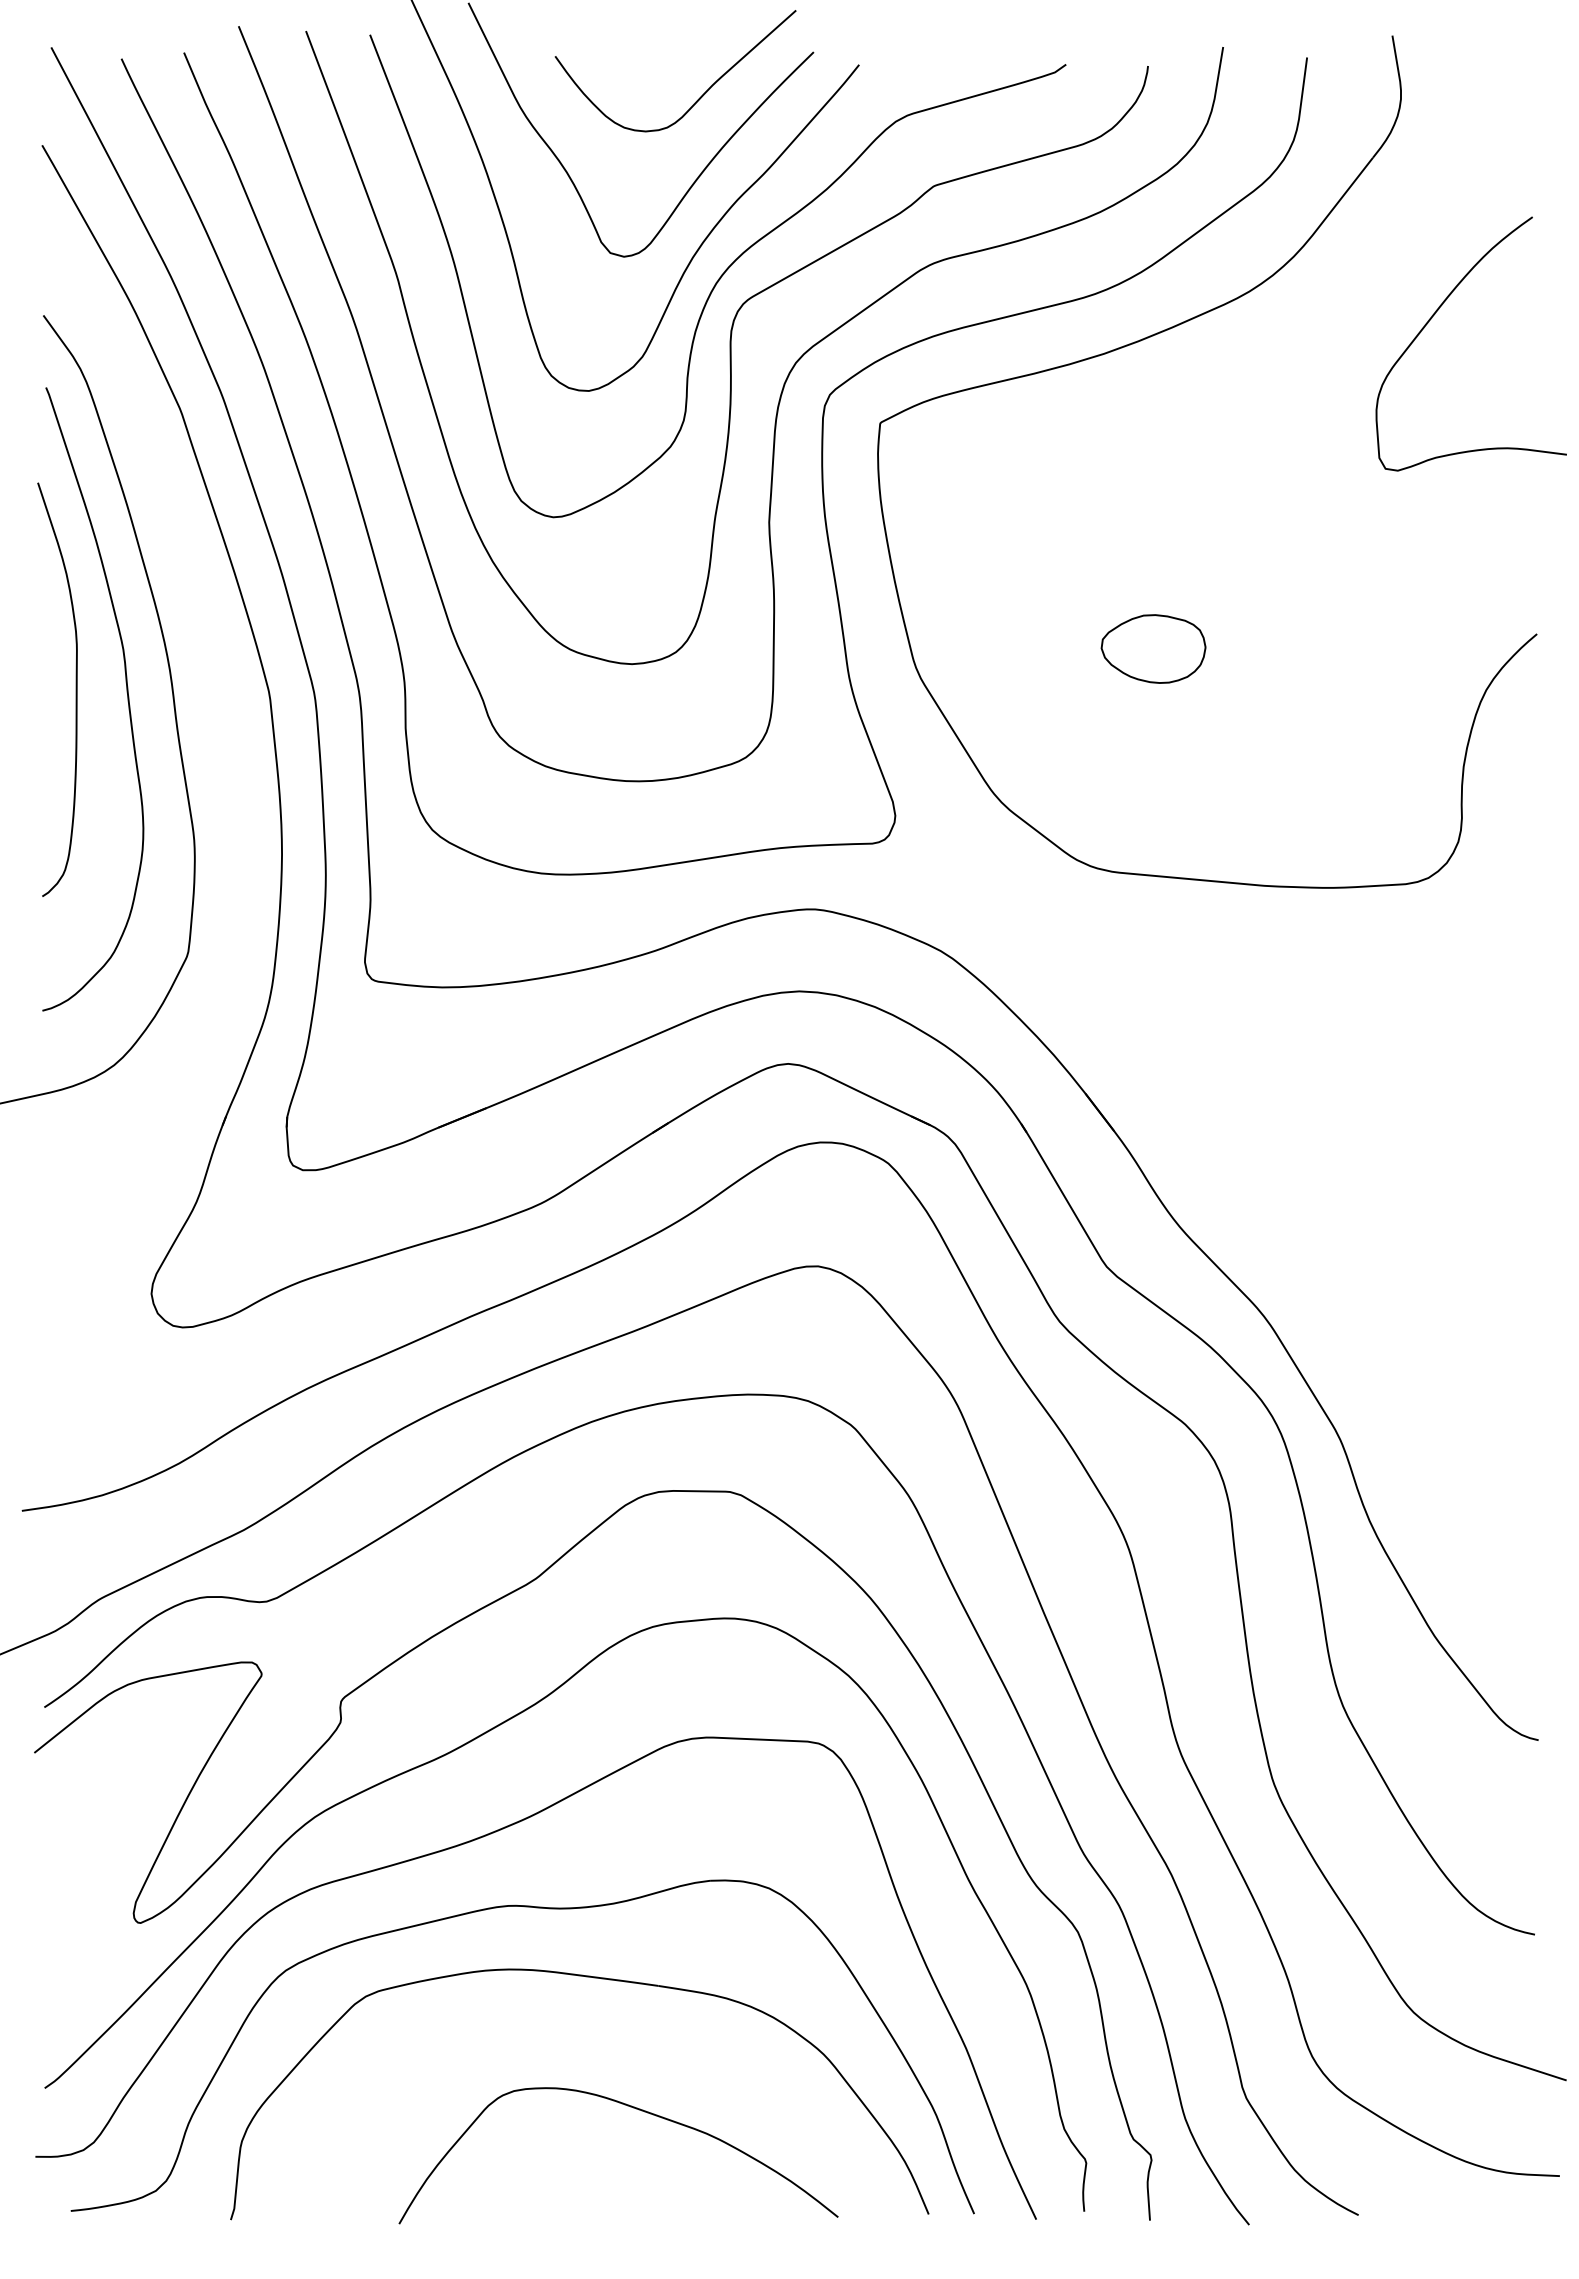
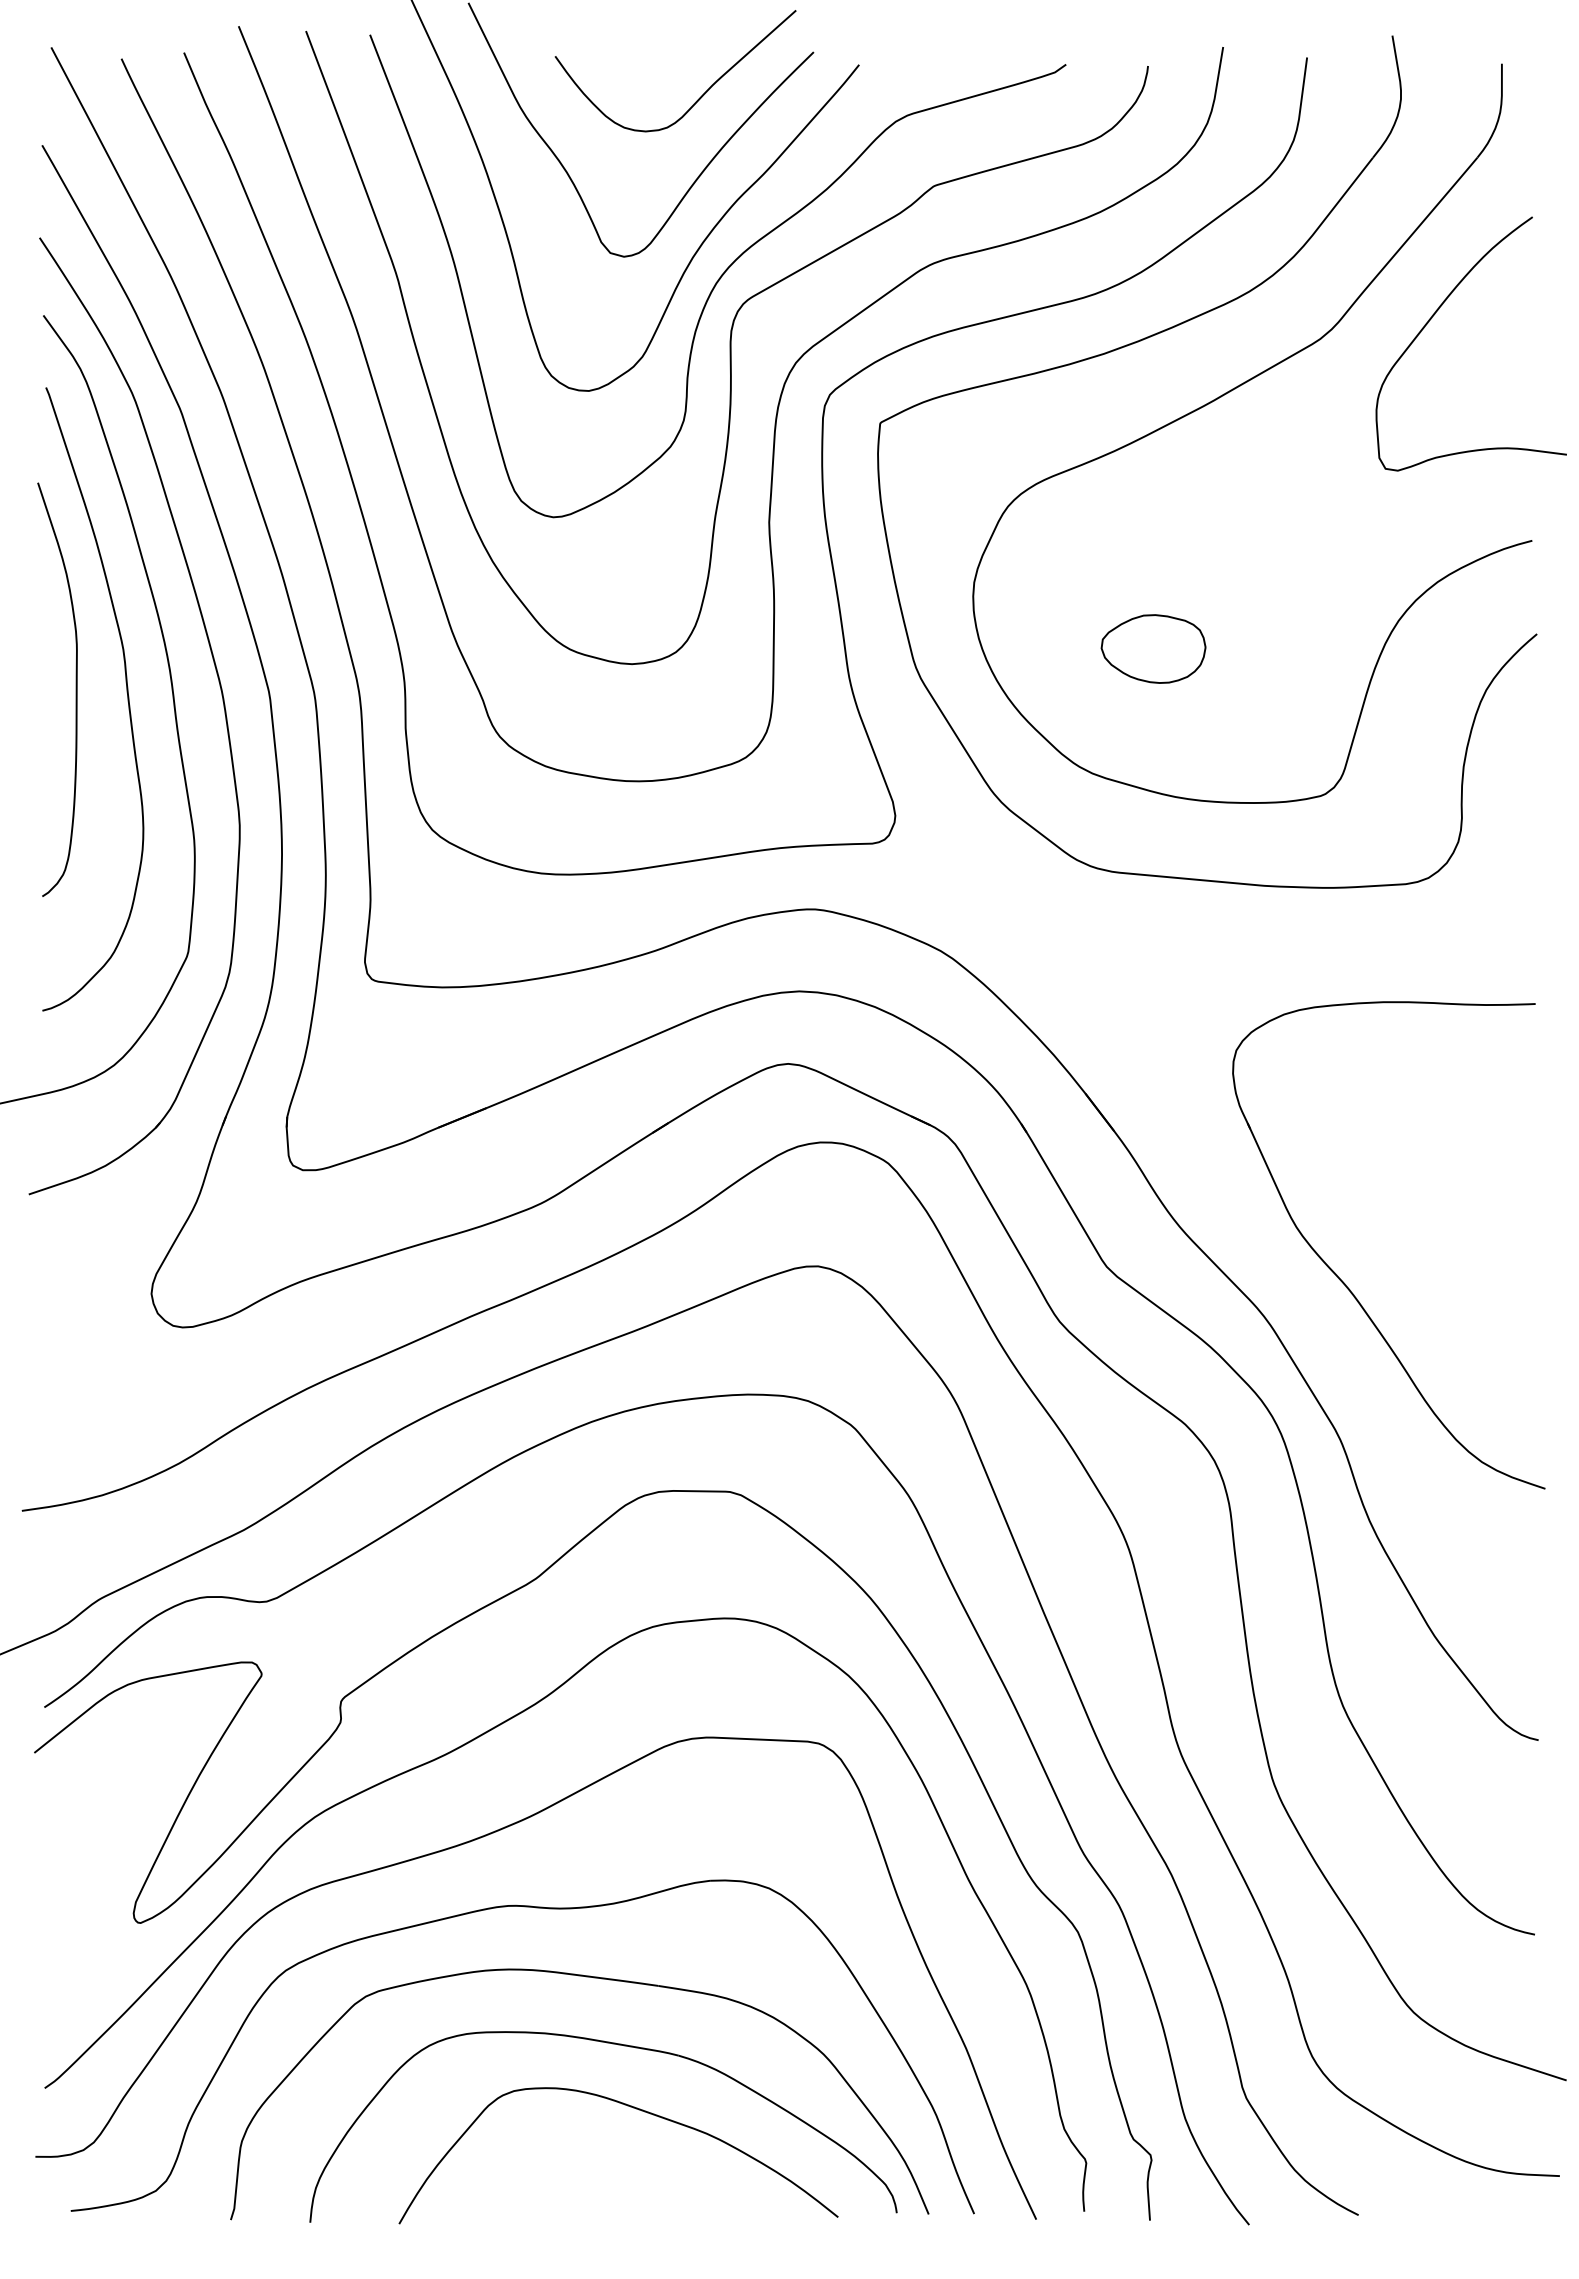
part at (1228, 393): none -> present
part at (222, 701): none -> present
part at (1345, 1283): none -> present
part at (618, 2045): none -> present
